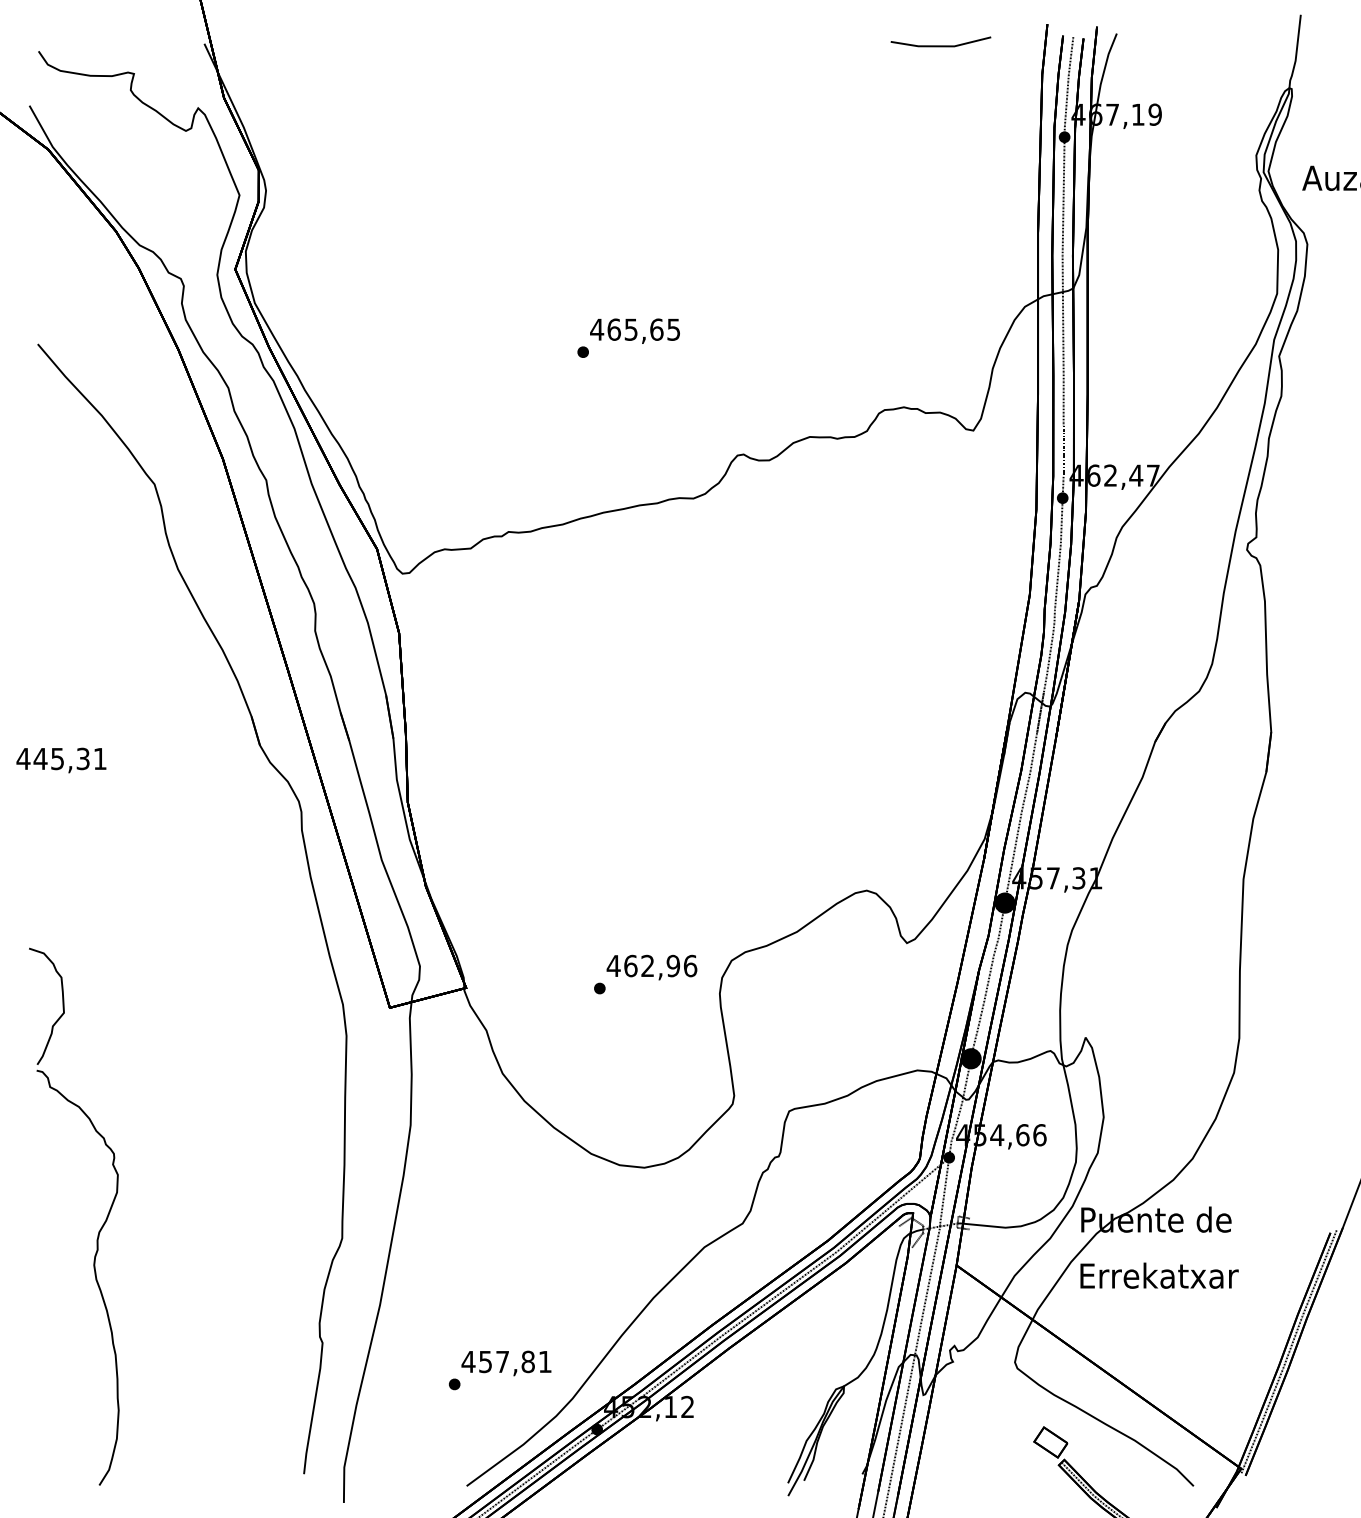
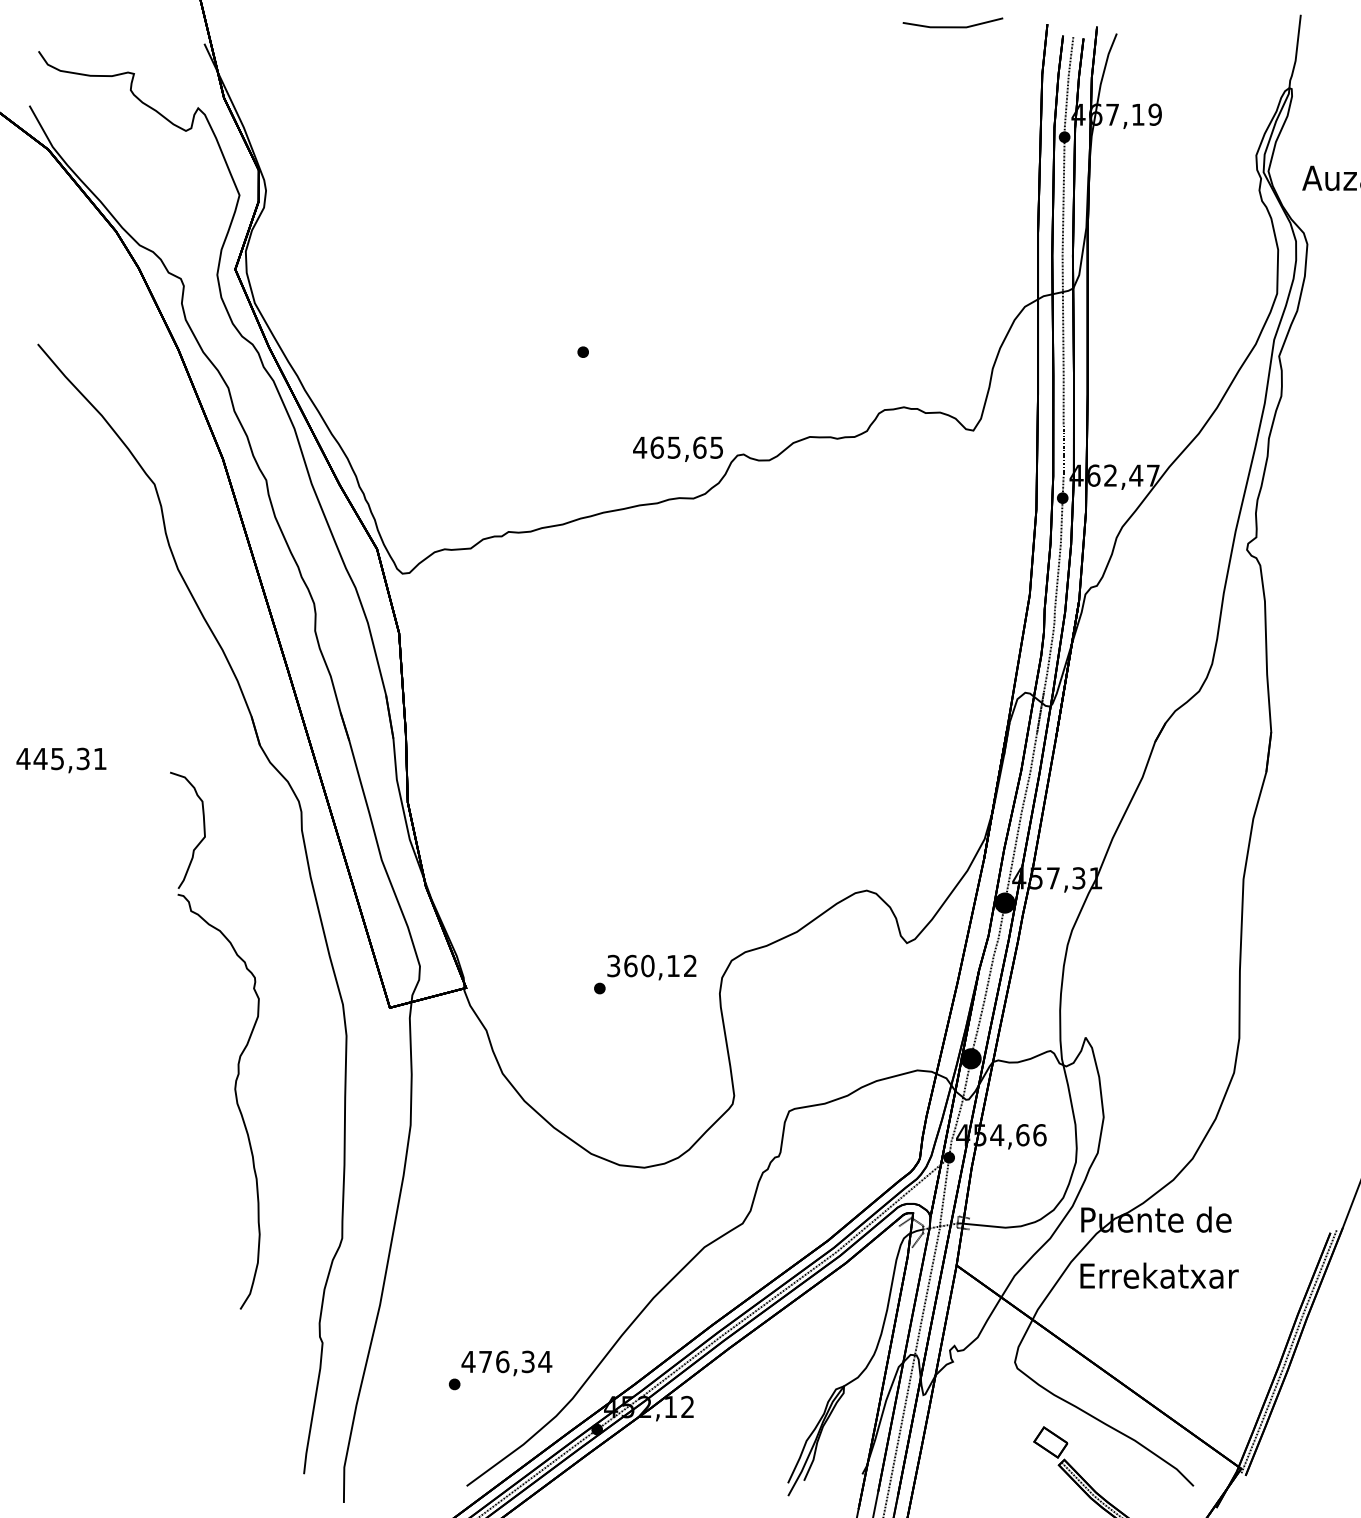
part at (940, 41) position: (940, 41) -> (952, 22)
text at (634, 330) position: (634, 330) -> (677, 448)
text at (651, 965): 462,96 -> 360,12
part at (99, 1229) position: (99, 1229) -> (240, 1053)
text at (515, 1361): 457,81 -> 476,34
